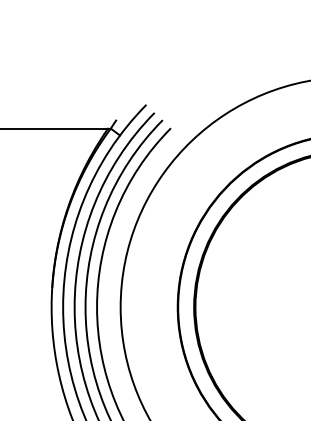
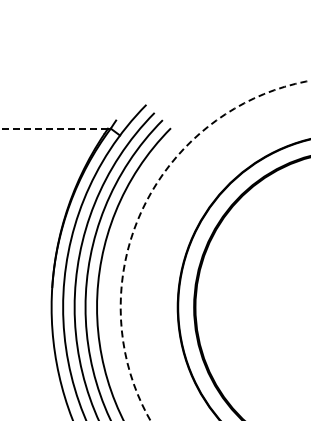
line at (53, 128): solid -> dashed
arc at (142, 210): solid -> dashed
